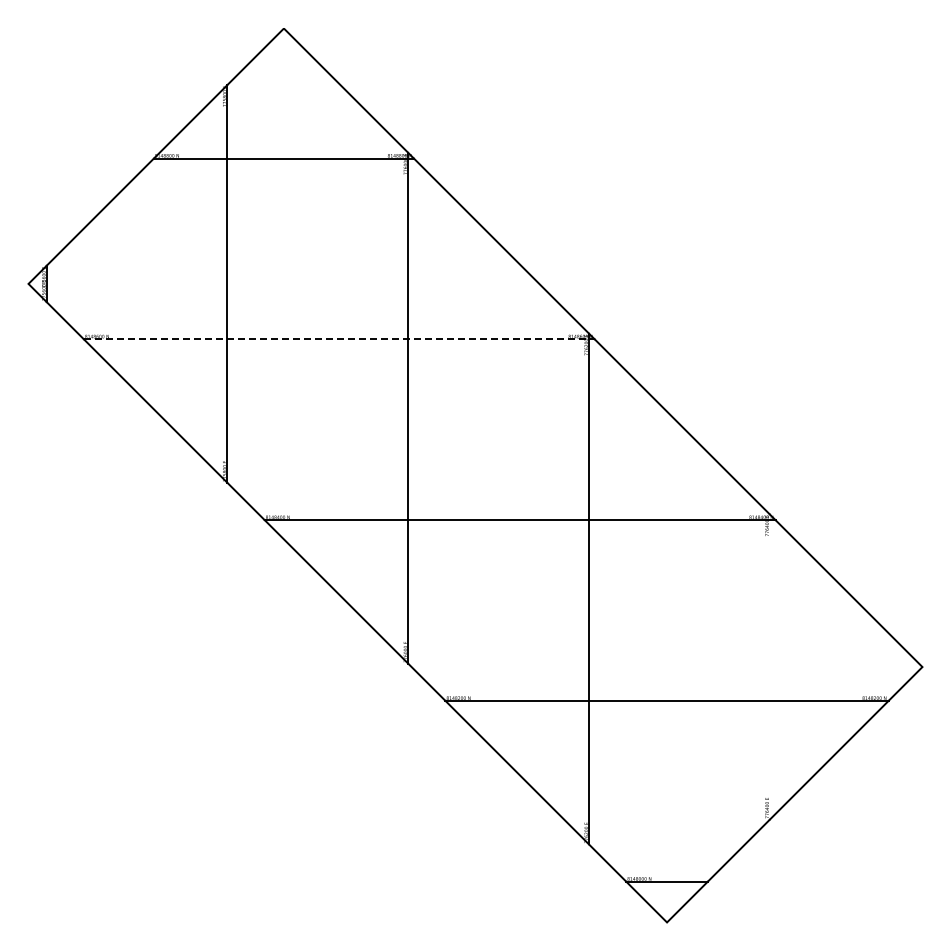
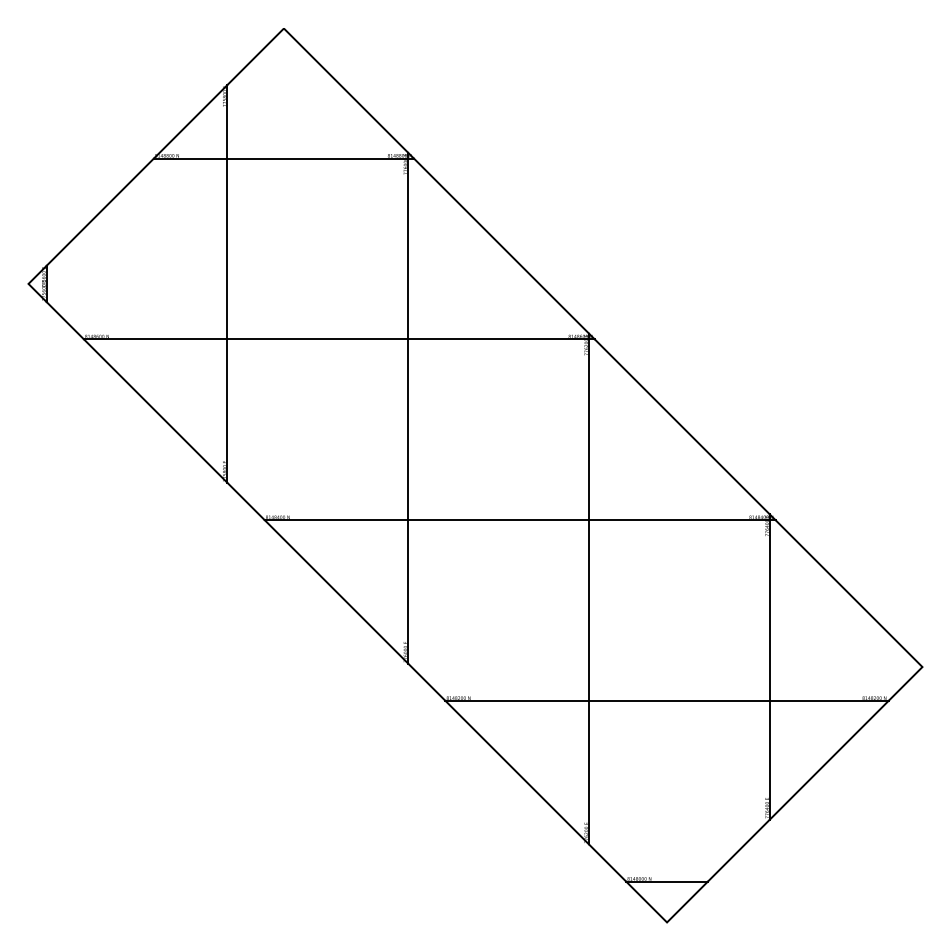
line at (339, 339): dashed -> solid
line at (769, 666): none -> present
